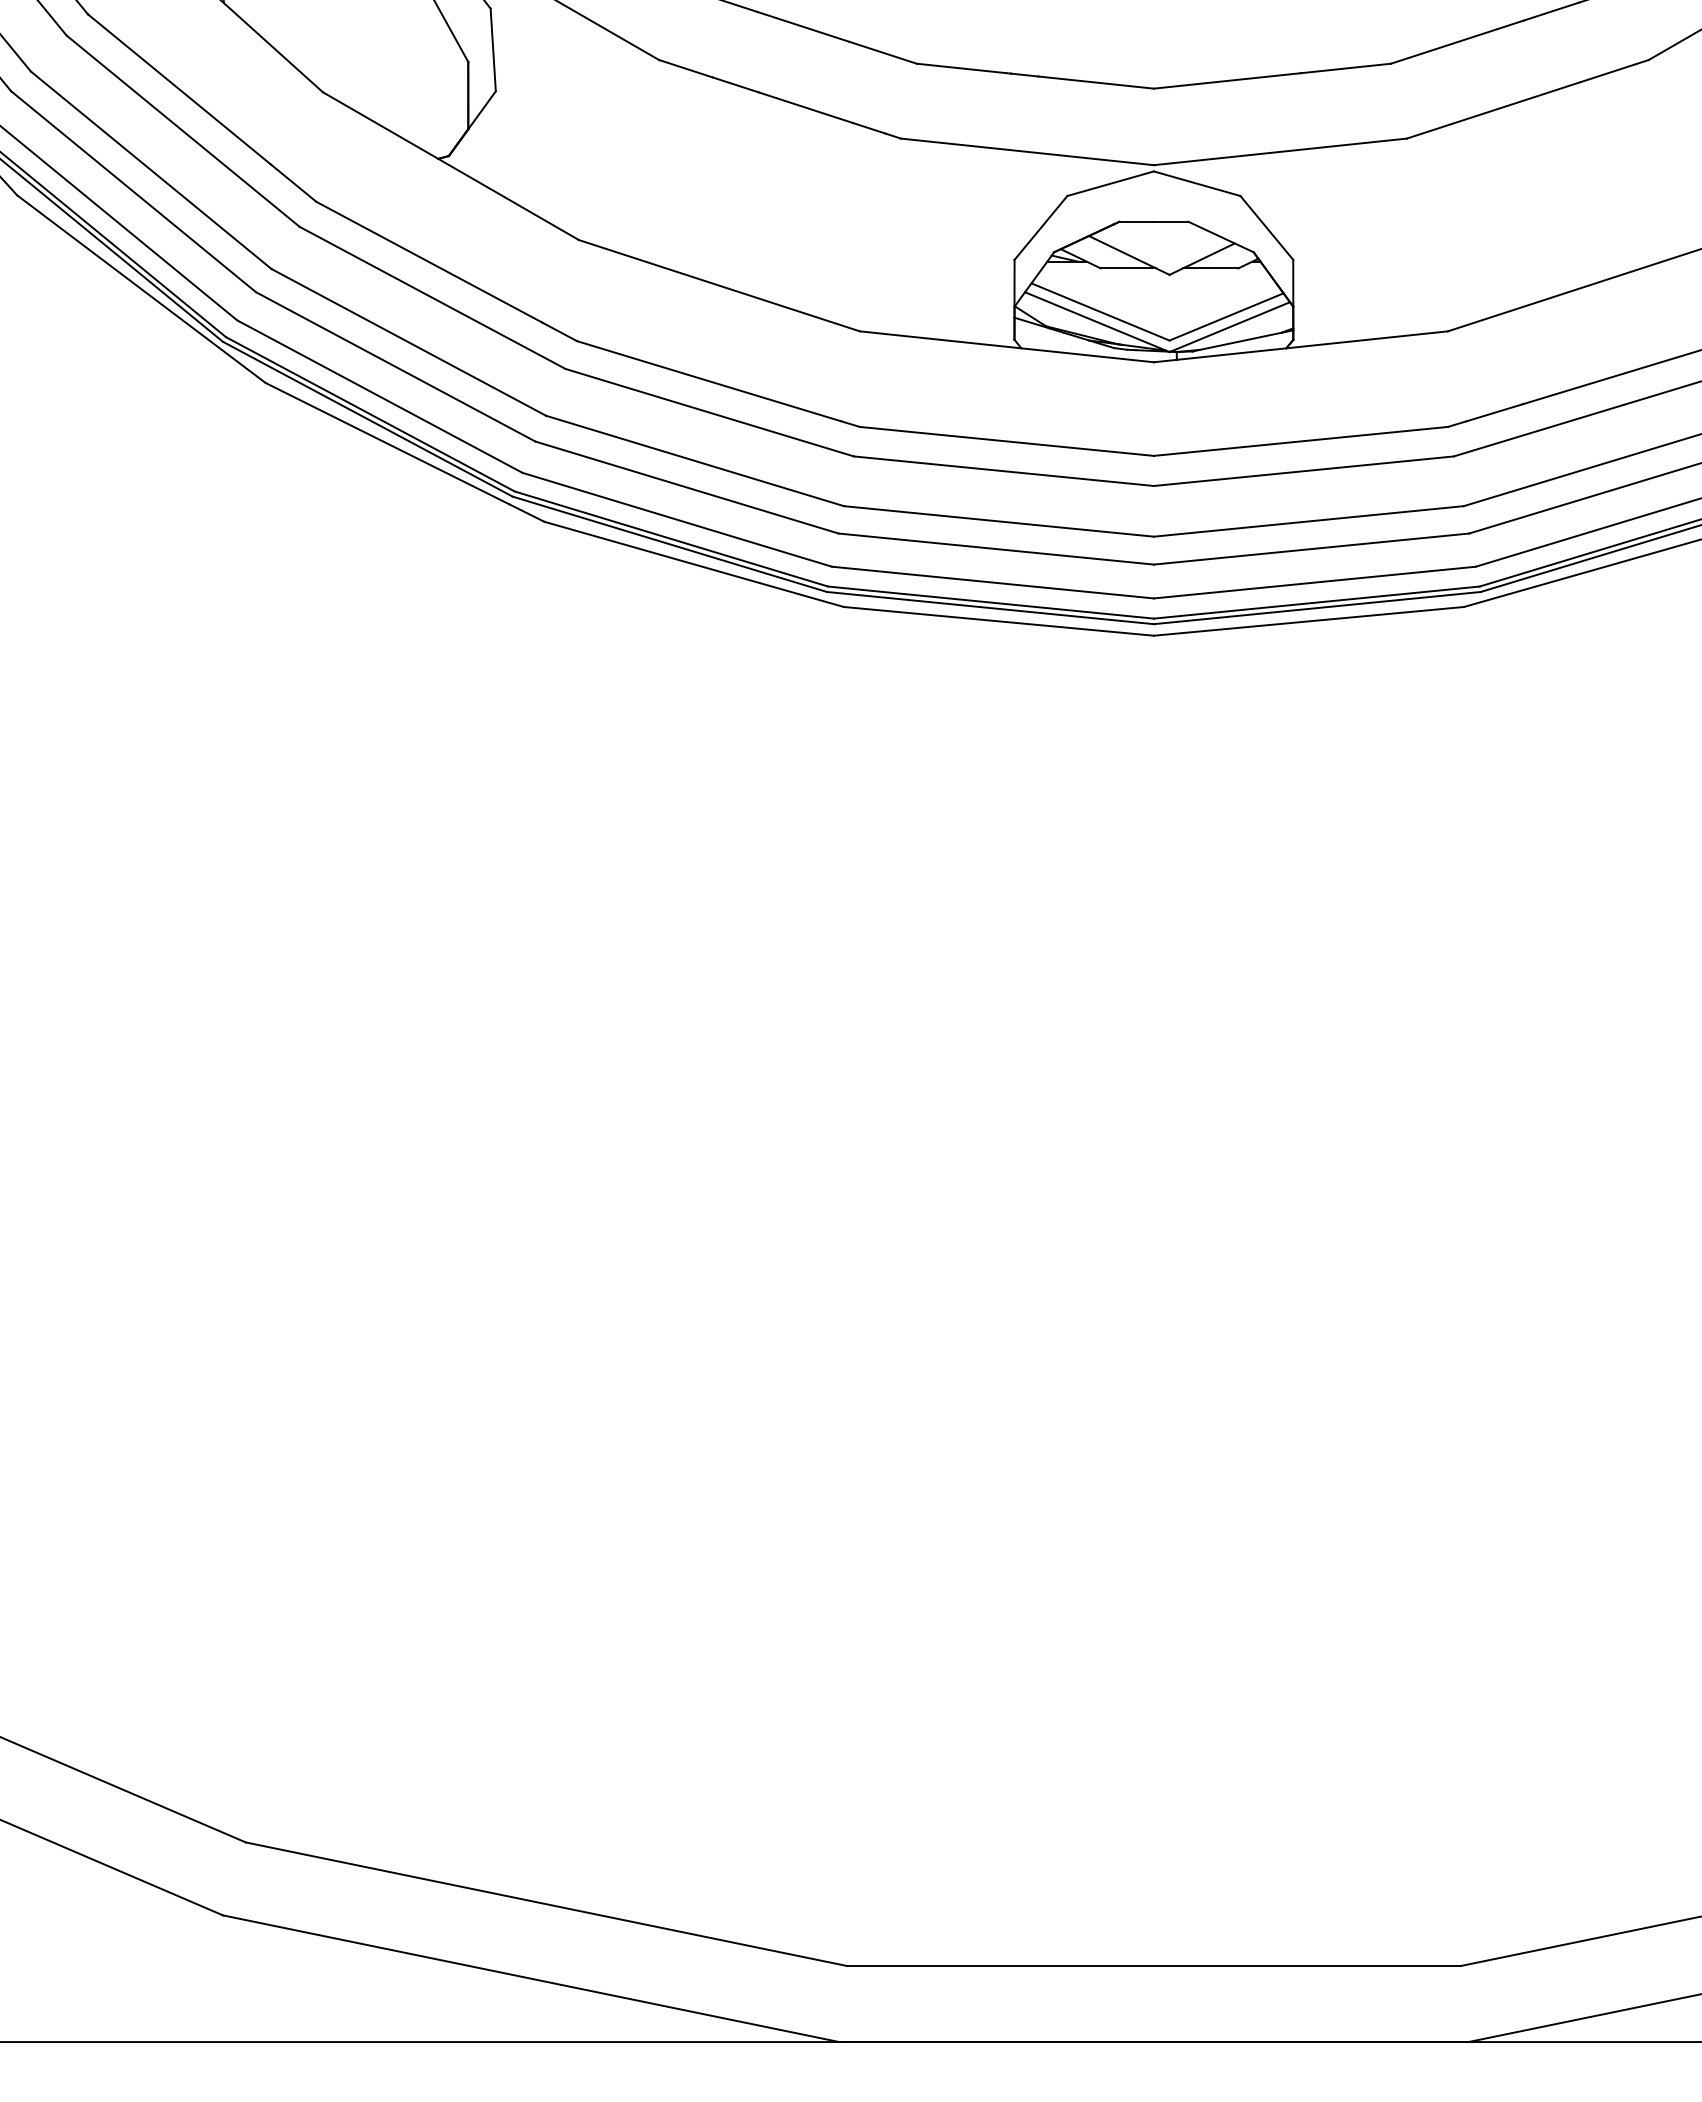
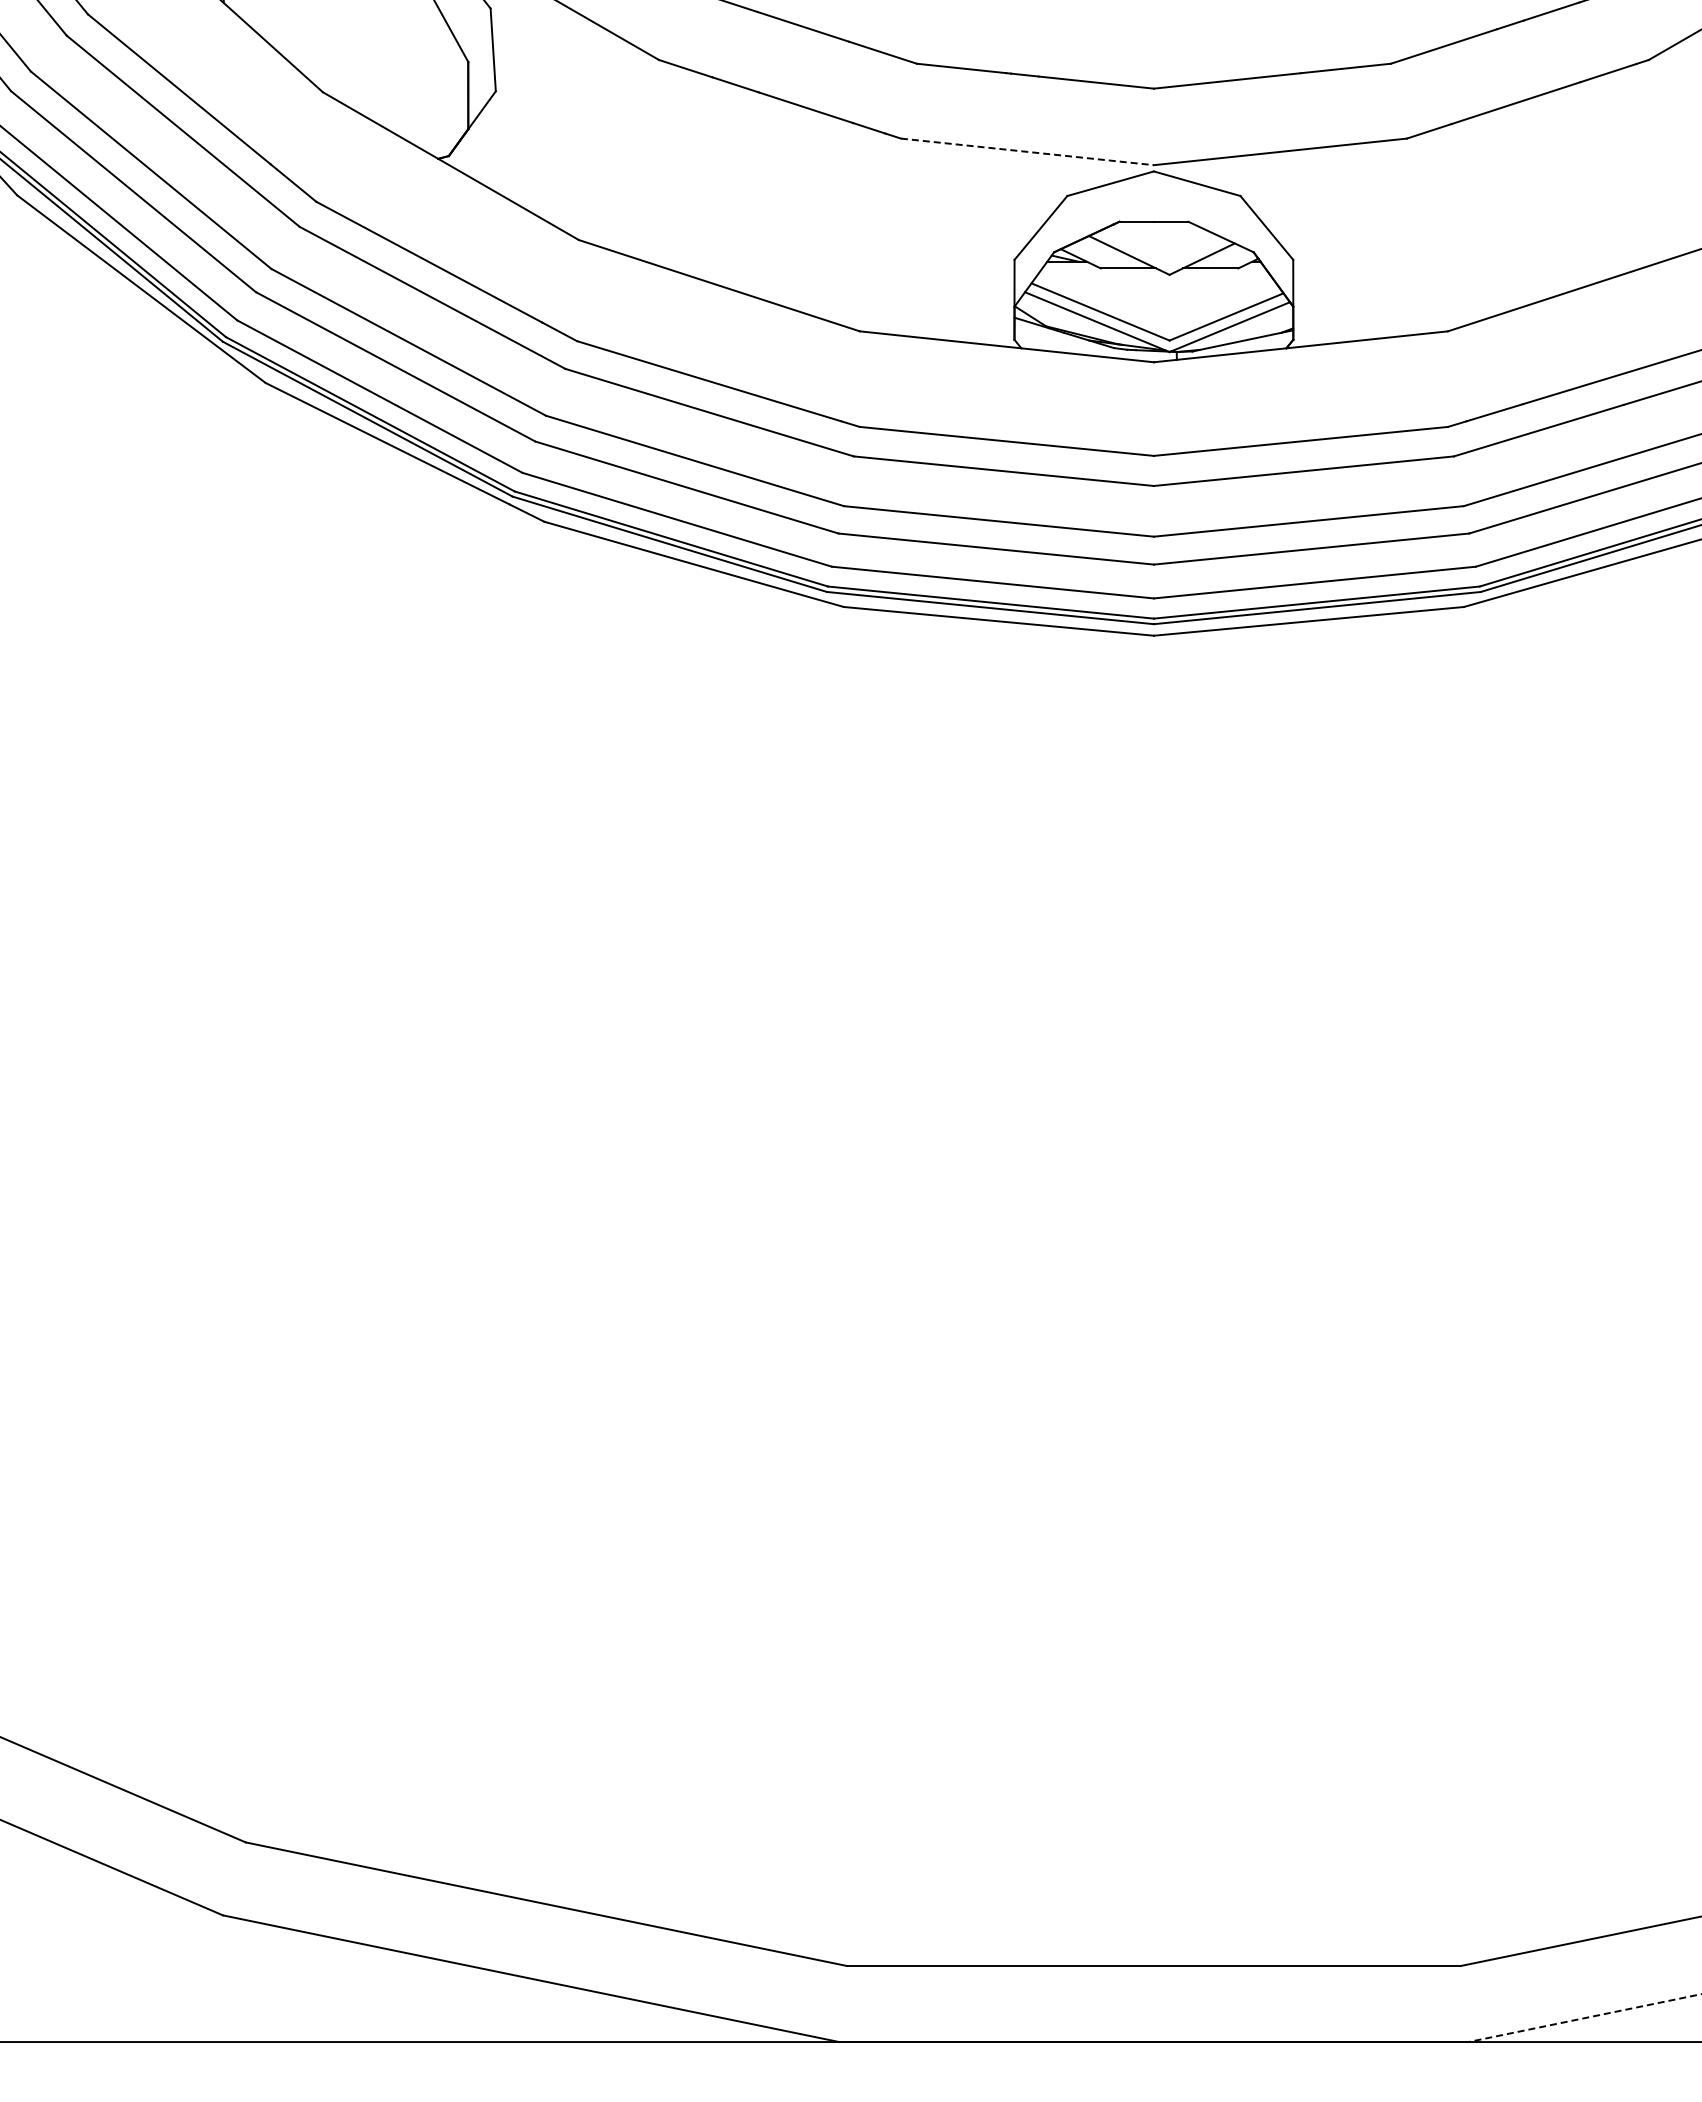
line at (1027, 151): solid -> dashed
line at (1584, 2018): solid -> dashed
